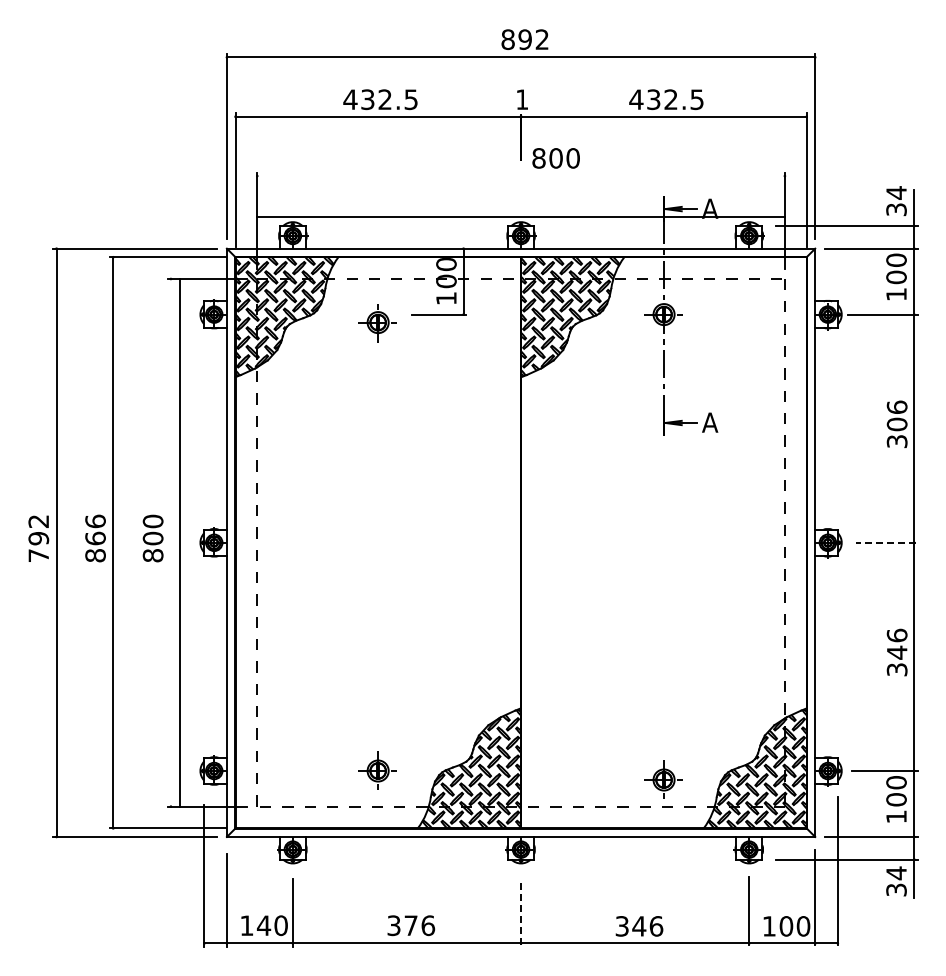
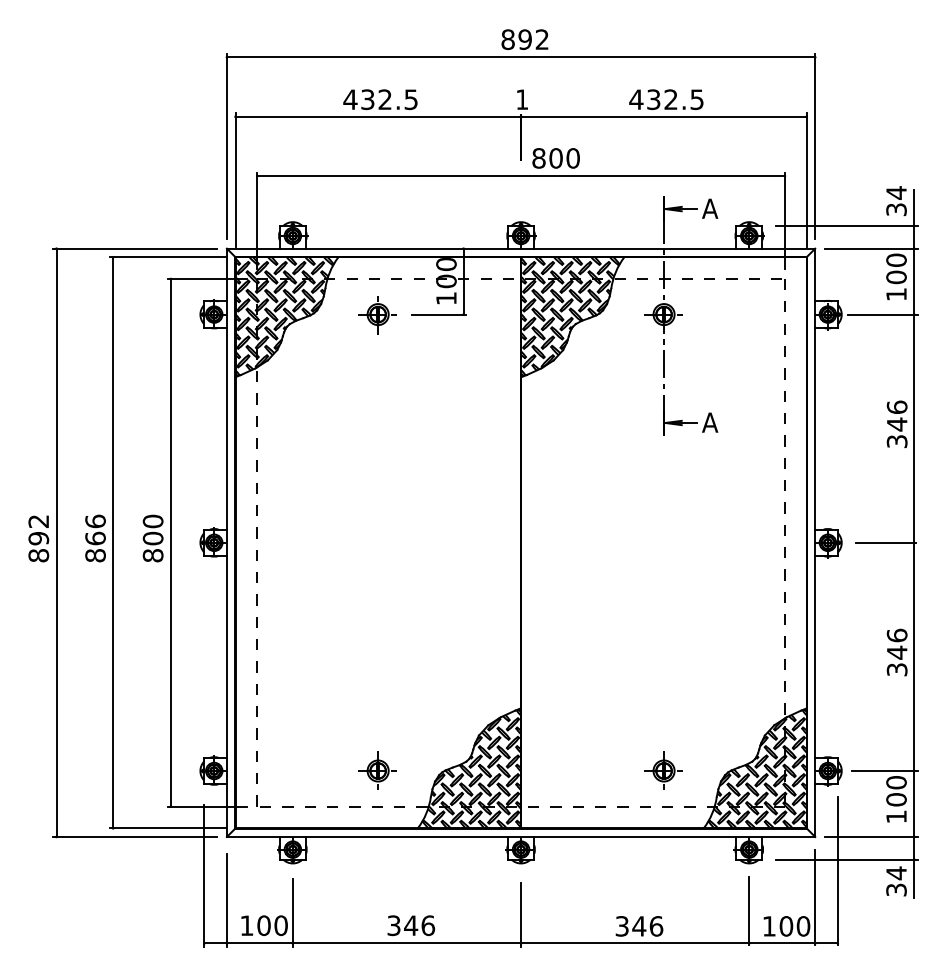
line at (520, 217) position: (520, 217) -> (520, 176)
part at (377, 323) position: (377, 323) -> (377, 315)
text at (896, 424): 306 -> 346
line at (179, 542) position: (179, 542) -> (170, 542)
line at (885, 542): dashed -> solid
text at (38, 555): 792 -> 892
part at (663, 779) position: (663, 779) -> (663, 770)
line at (521, 914): dashed -> solid
text at (263, 925): 140 -> 100
text at (411, 925): 376 -> 346
